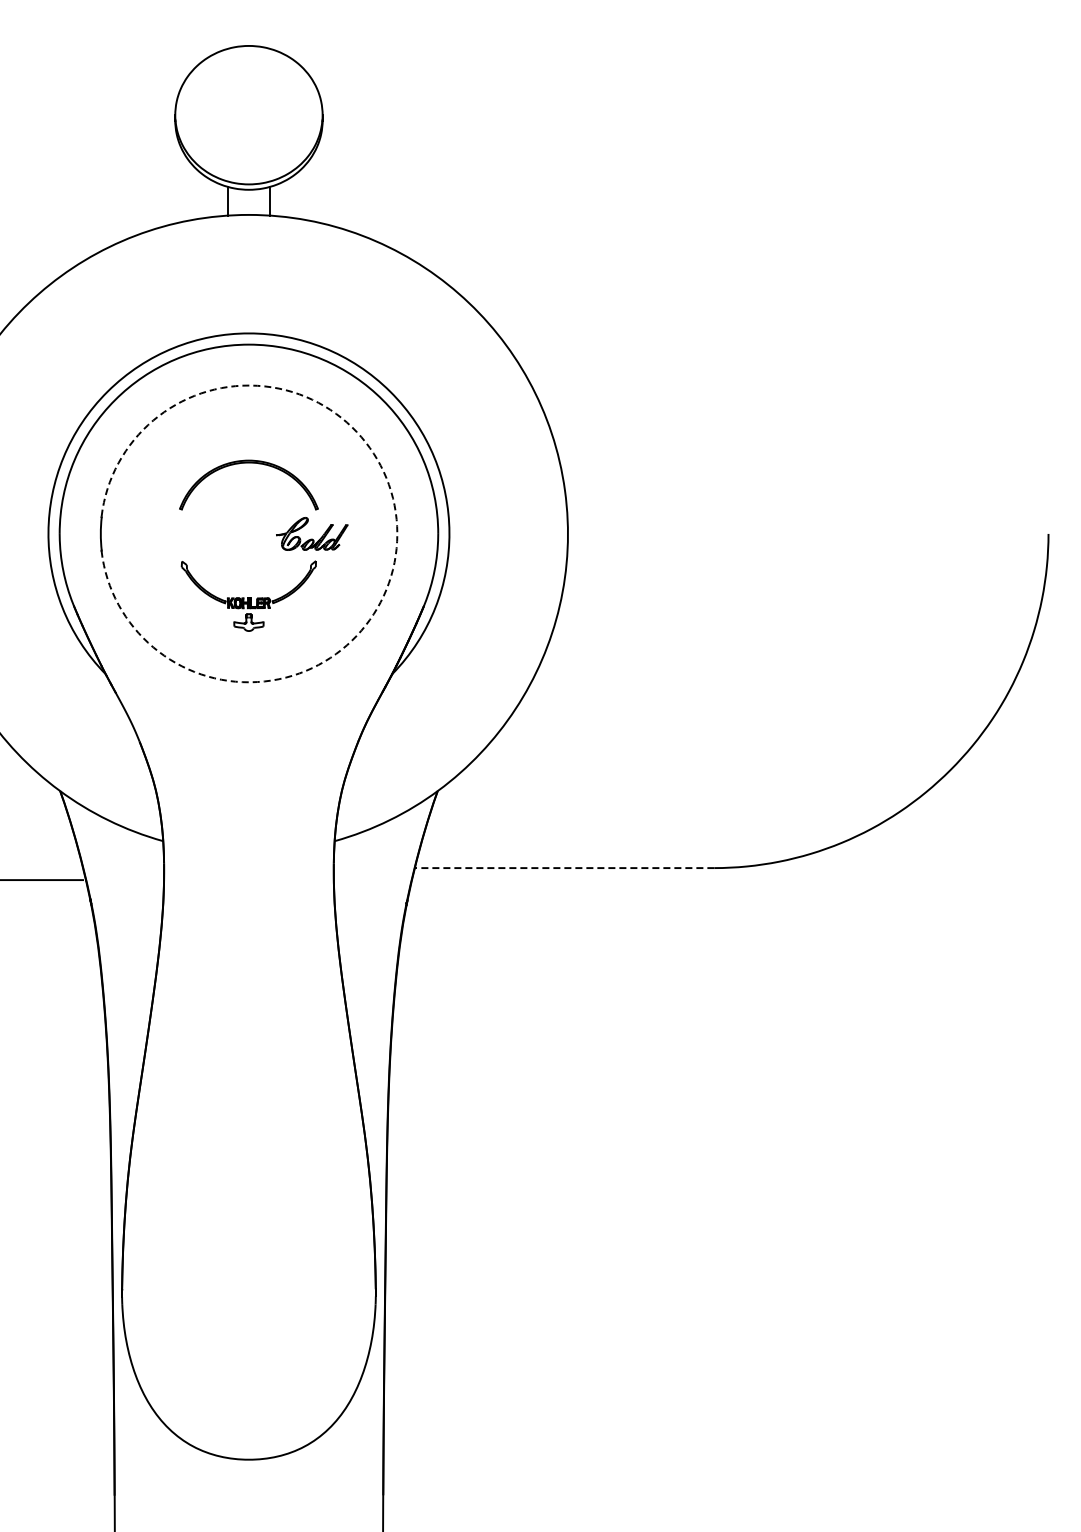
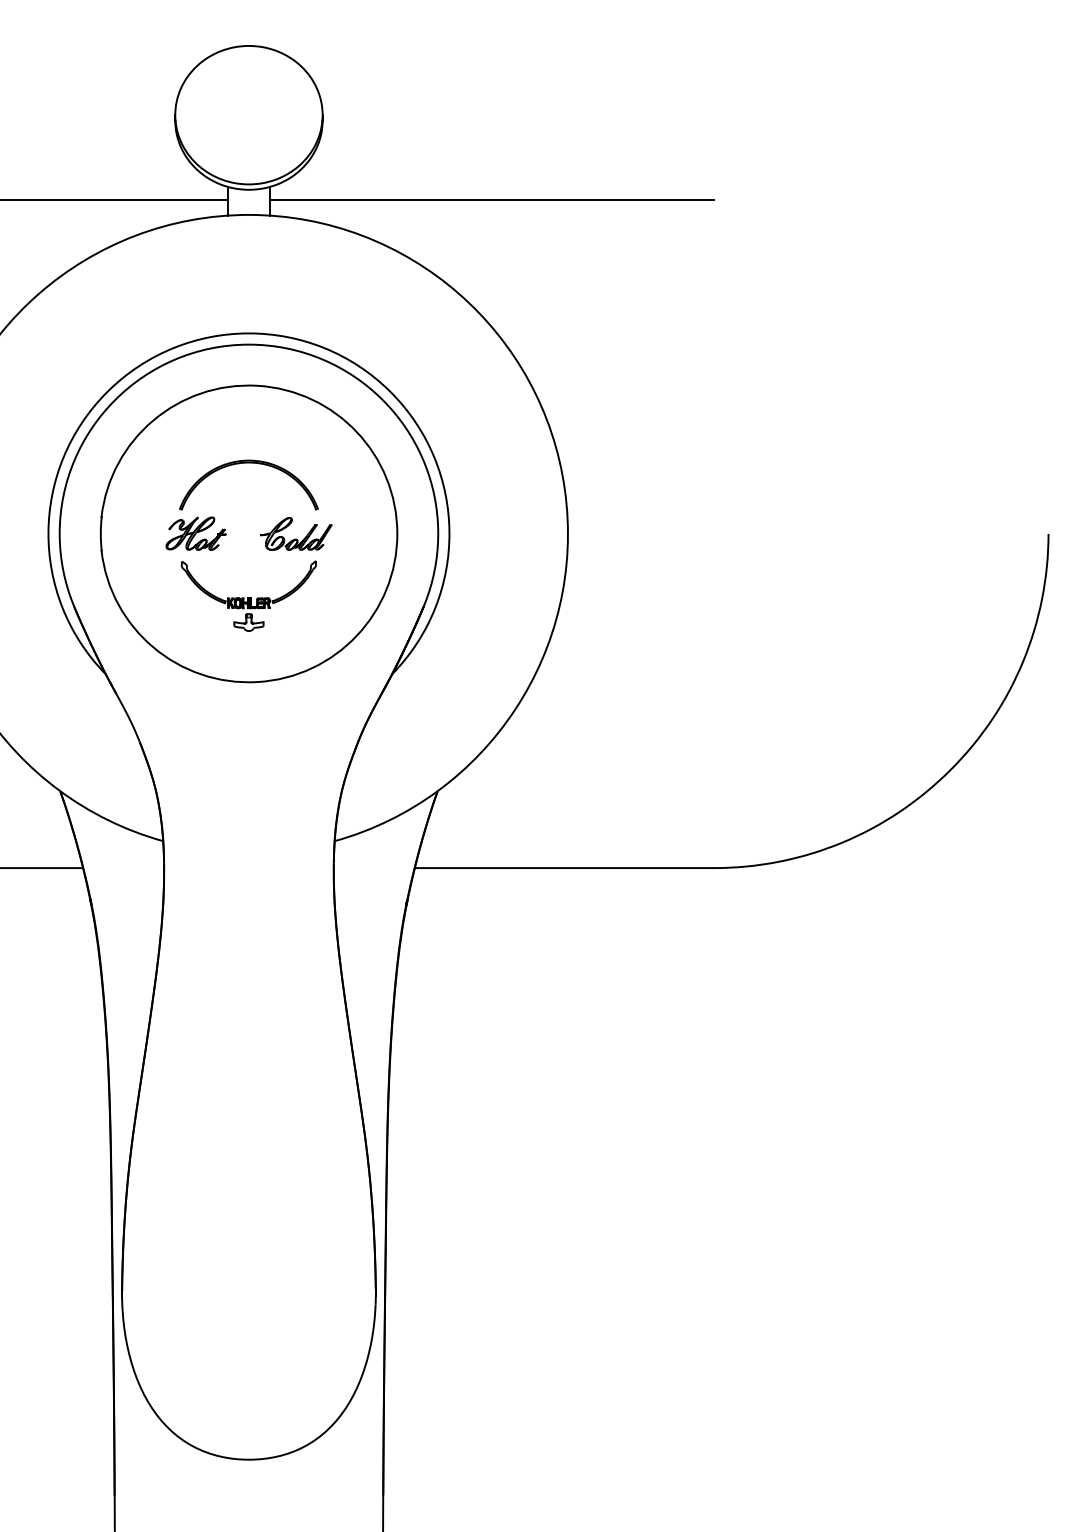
line at (114, 199): none -> present
line at (492, 199): none -> present
part at (195, 533): none -> present
part at (312, 533) position: (312, 533) -> (296, 533)
arc at (397, 533): dashed -> solid
line at (564, 868): dashed -> solid
line at (42, 880) position: (42, 880) -> (42, 868)
